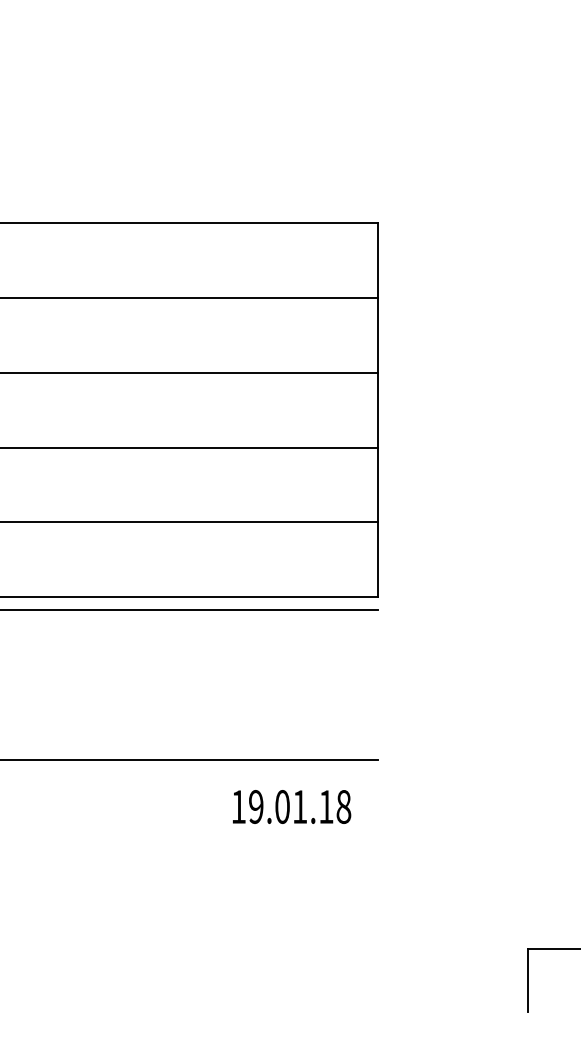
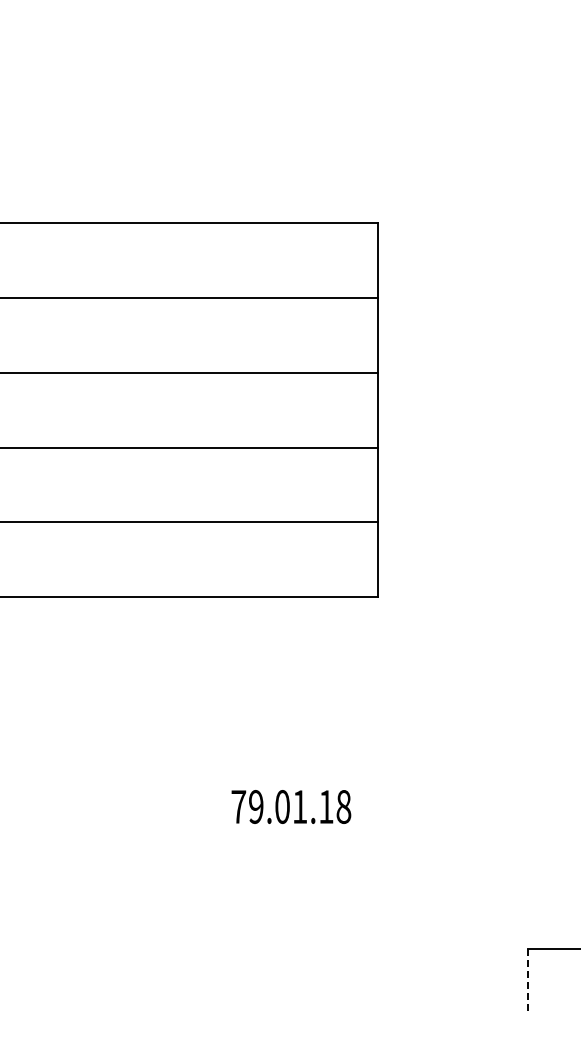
line at (190, 609): present -> none
line at (190, 759): present -> none
text at (238, 806): 19.01.18 -> 79.01.18
line at (527, 980): solid -> dashed
